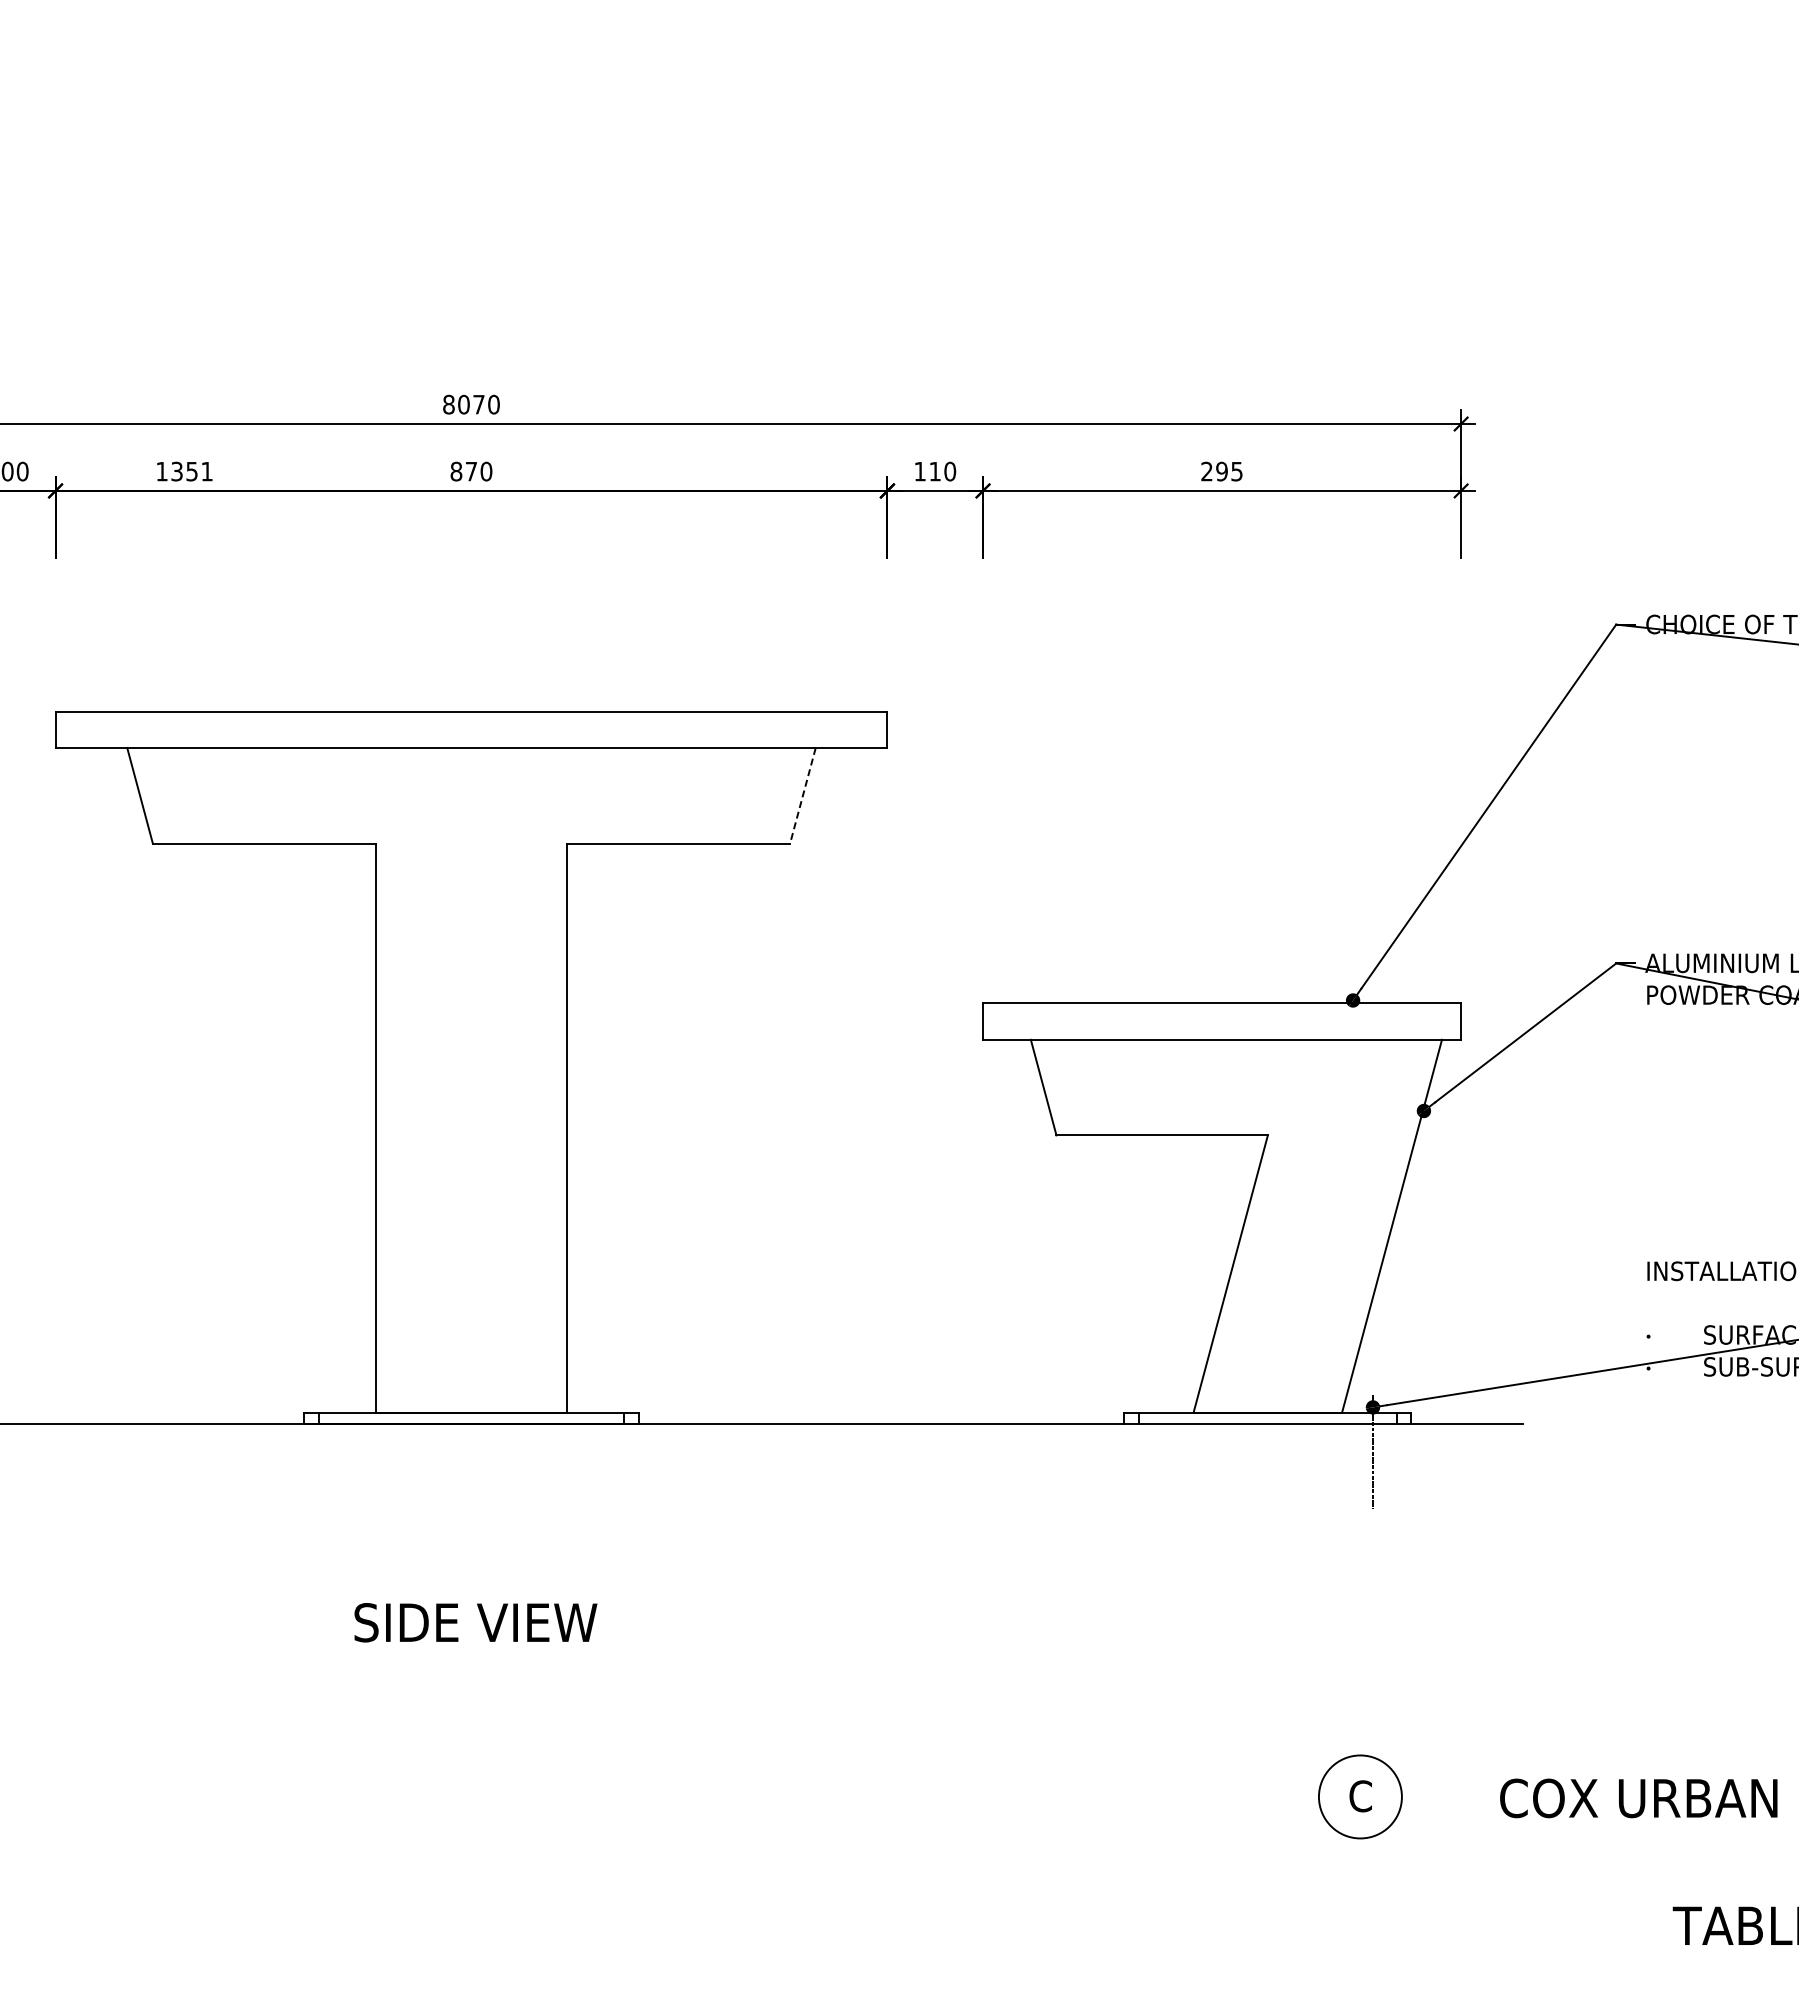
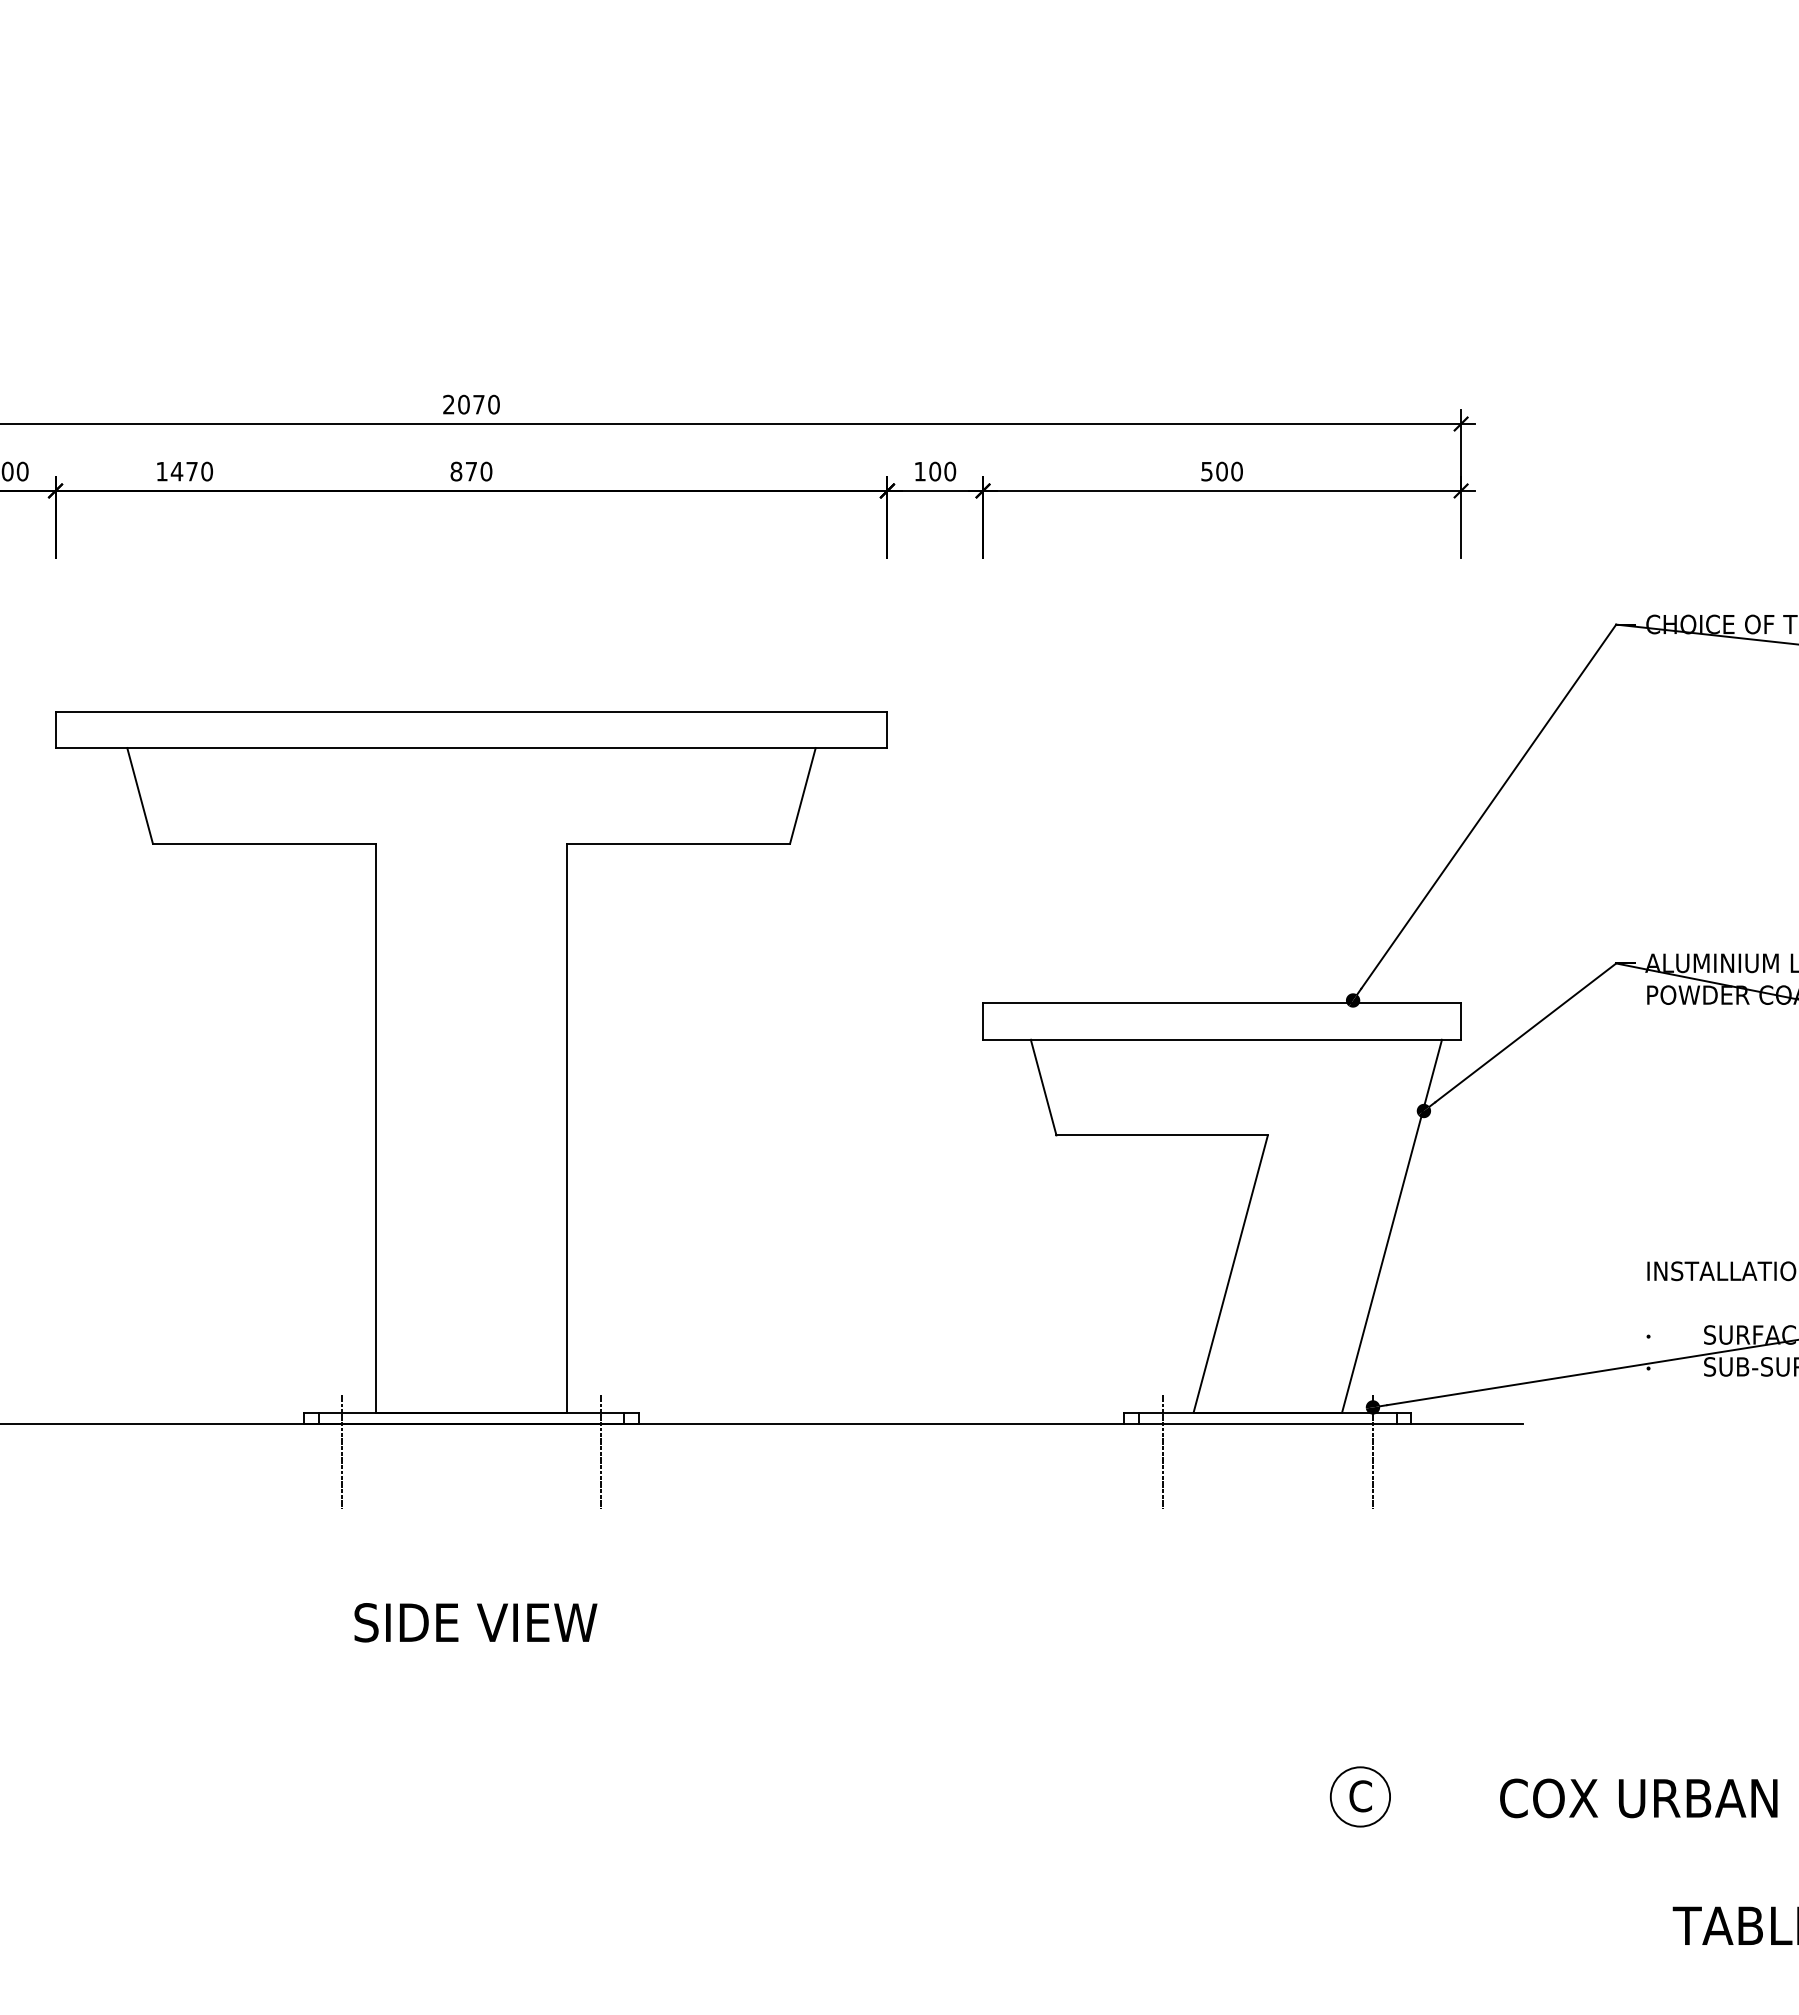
text at (448, 404): 8070 -> 2070
text at (191, 471): 1351 -> 1470
text at (935, 471): 110 -> 100
text at (1221, 471): 295 -> 500
line at (802, 796): dashed -> solid
line at (342, 1451): none -> present
line at (600, 1451): none -> present
line at (1162, 1451): none -> present
circle at (1359, 1796) diameter: 83 px -> 59 px
